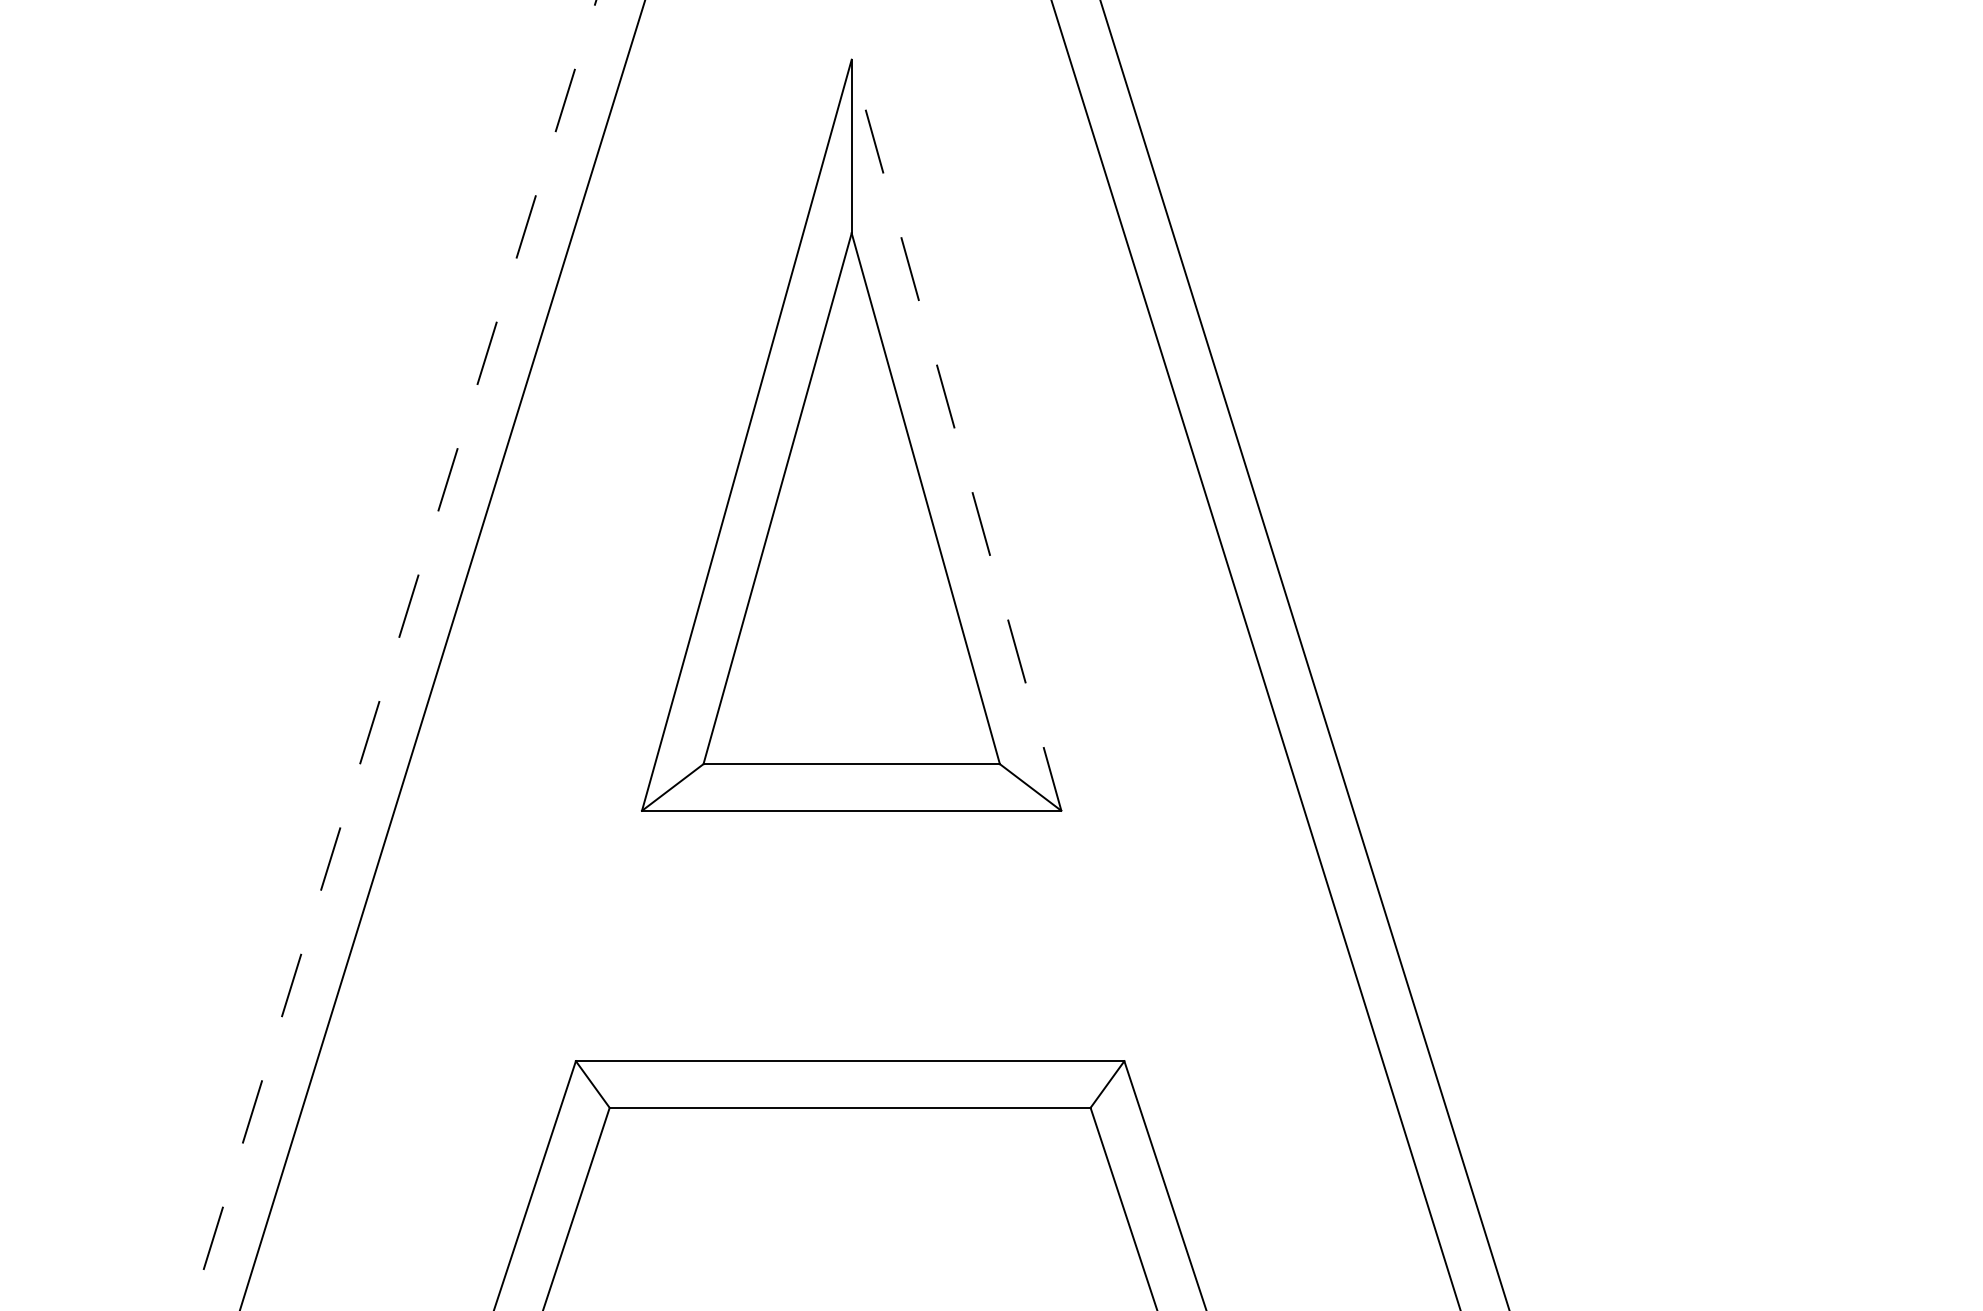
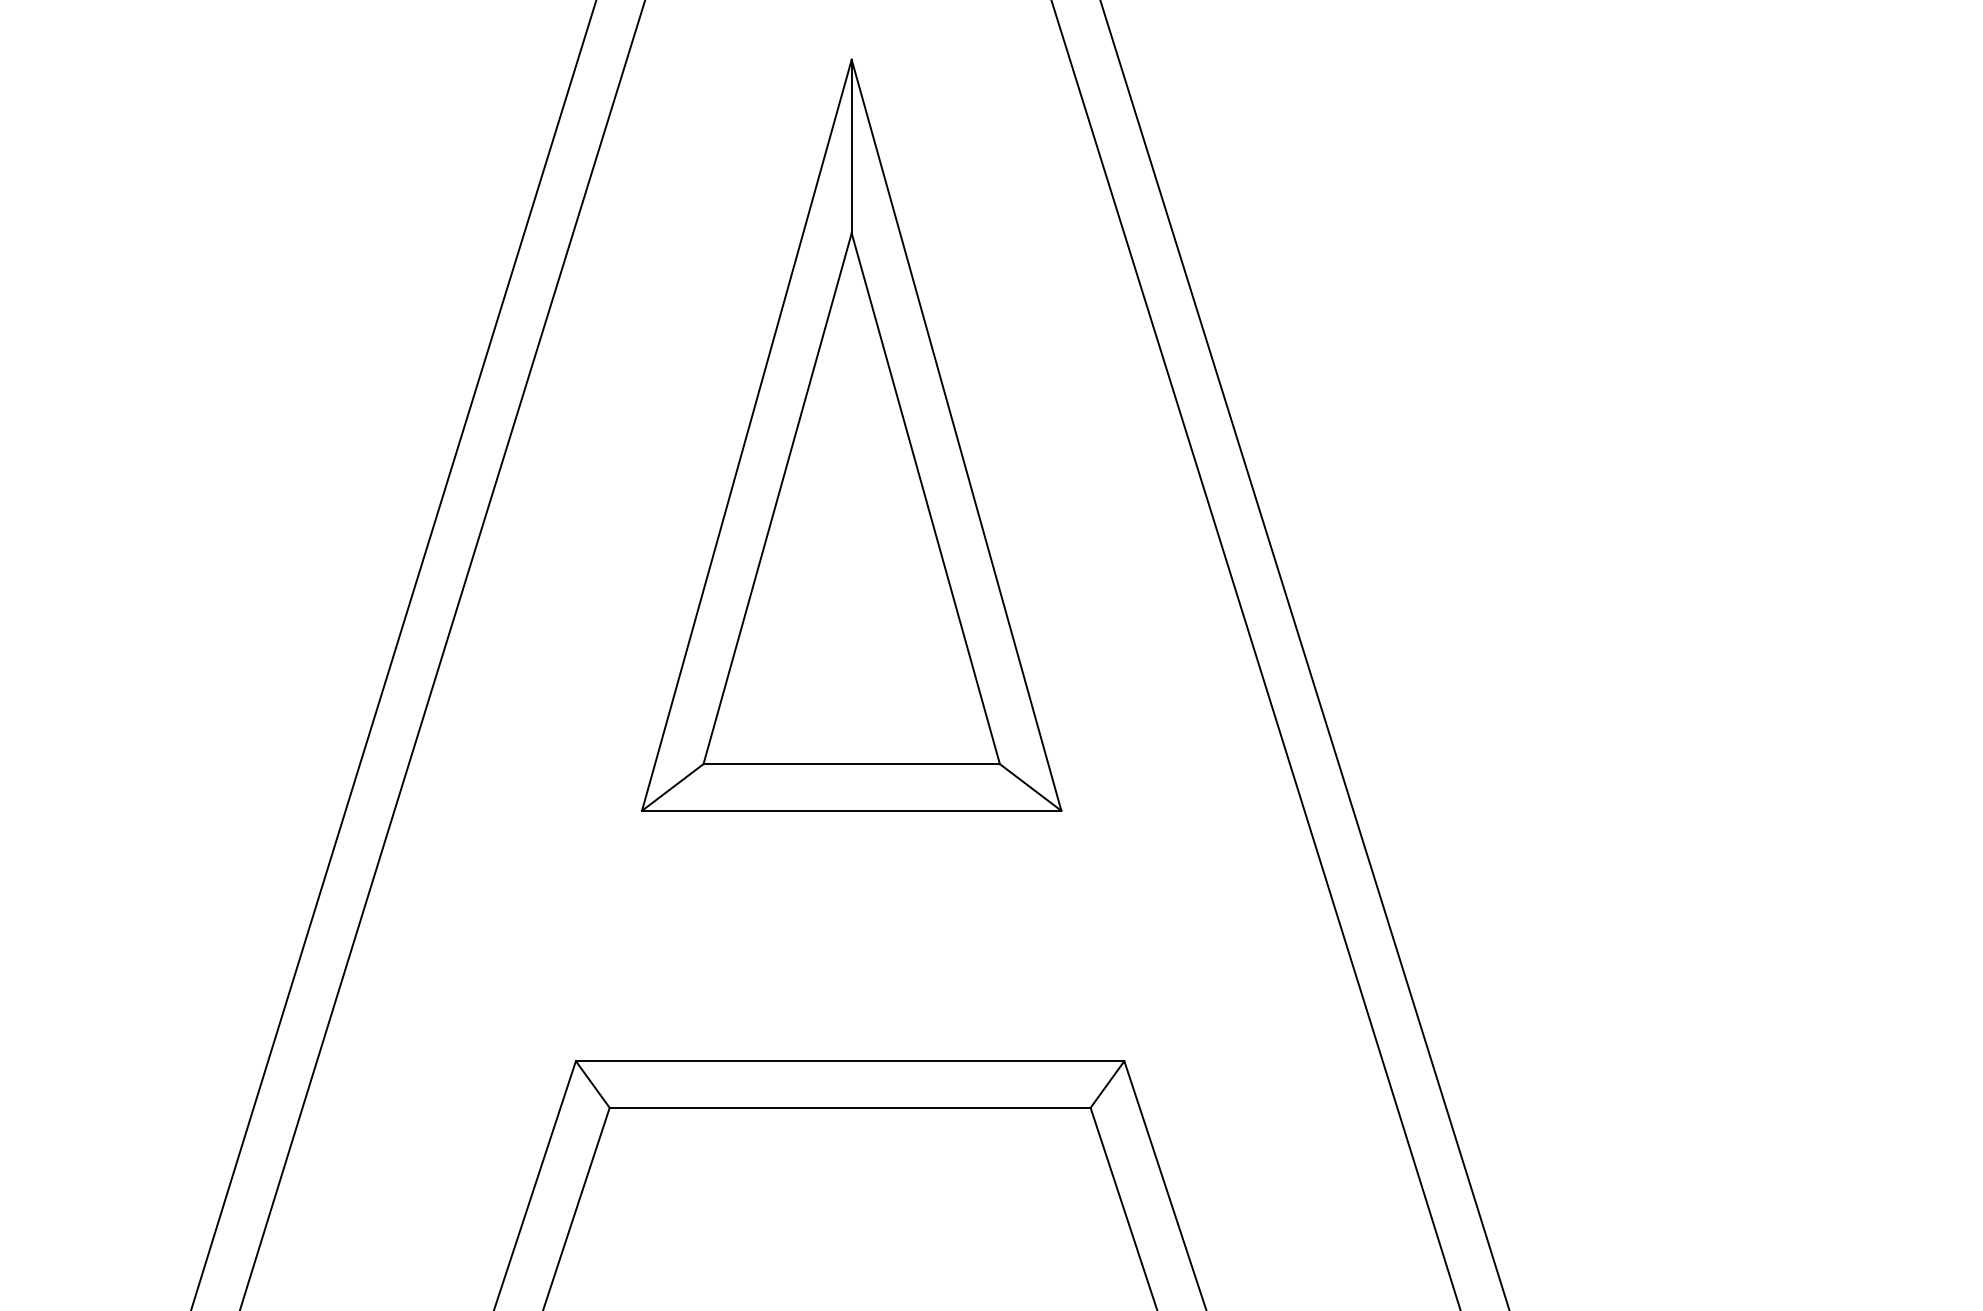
line at (956, 435): dashed -> solid
line at (393, 656): dashed -> solid
